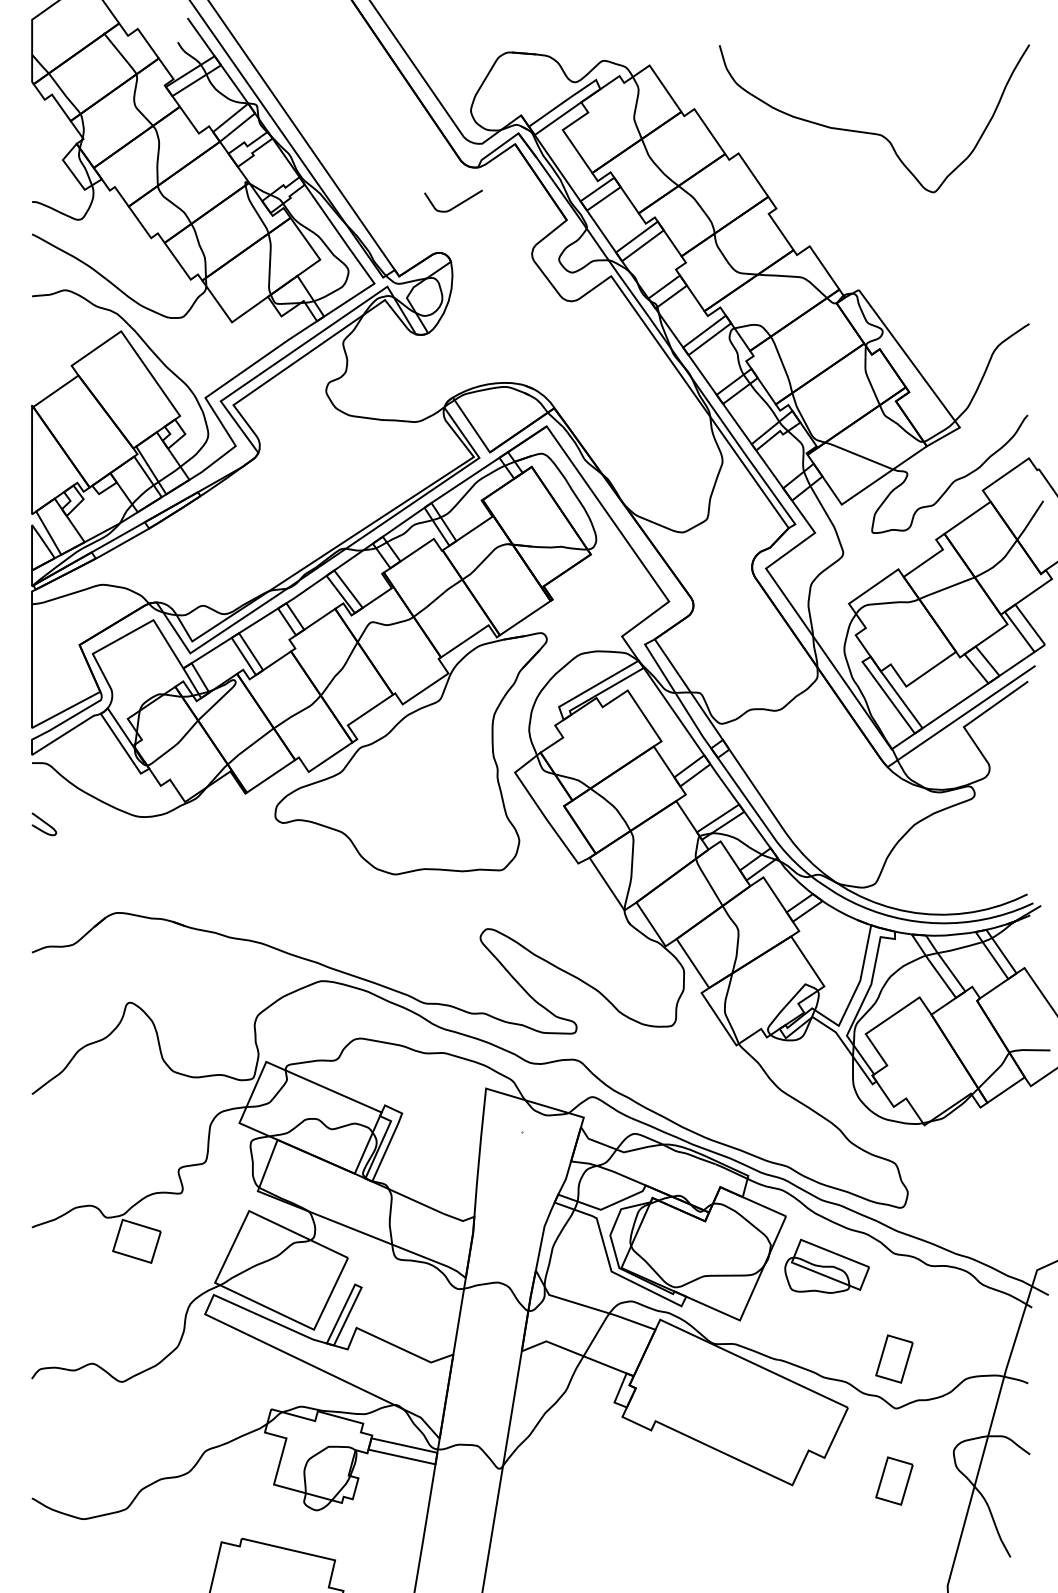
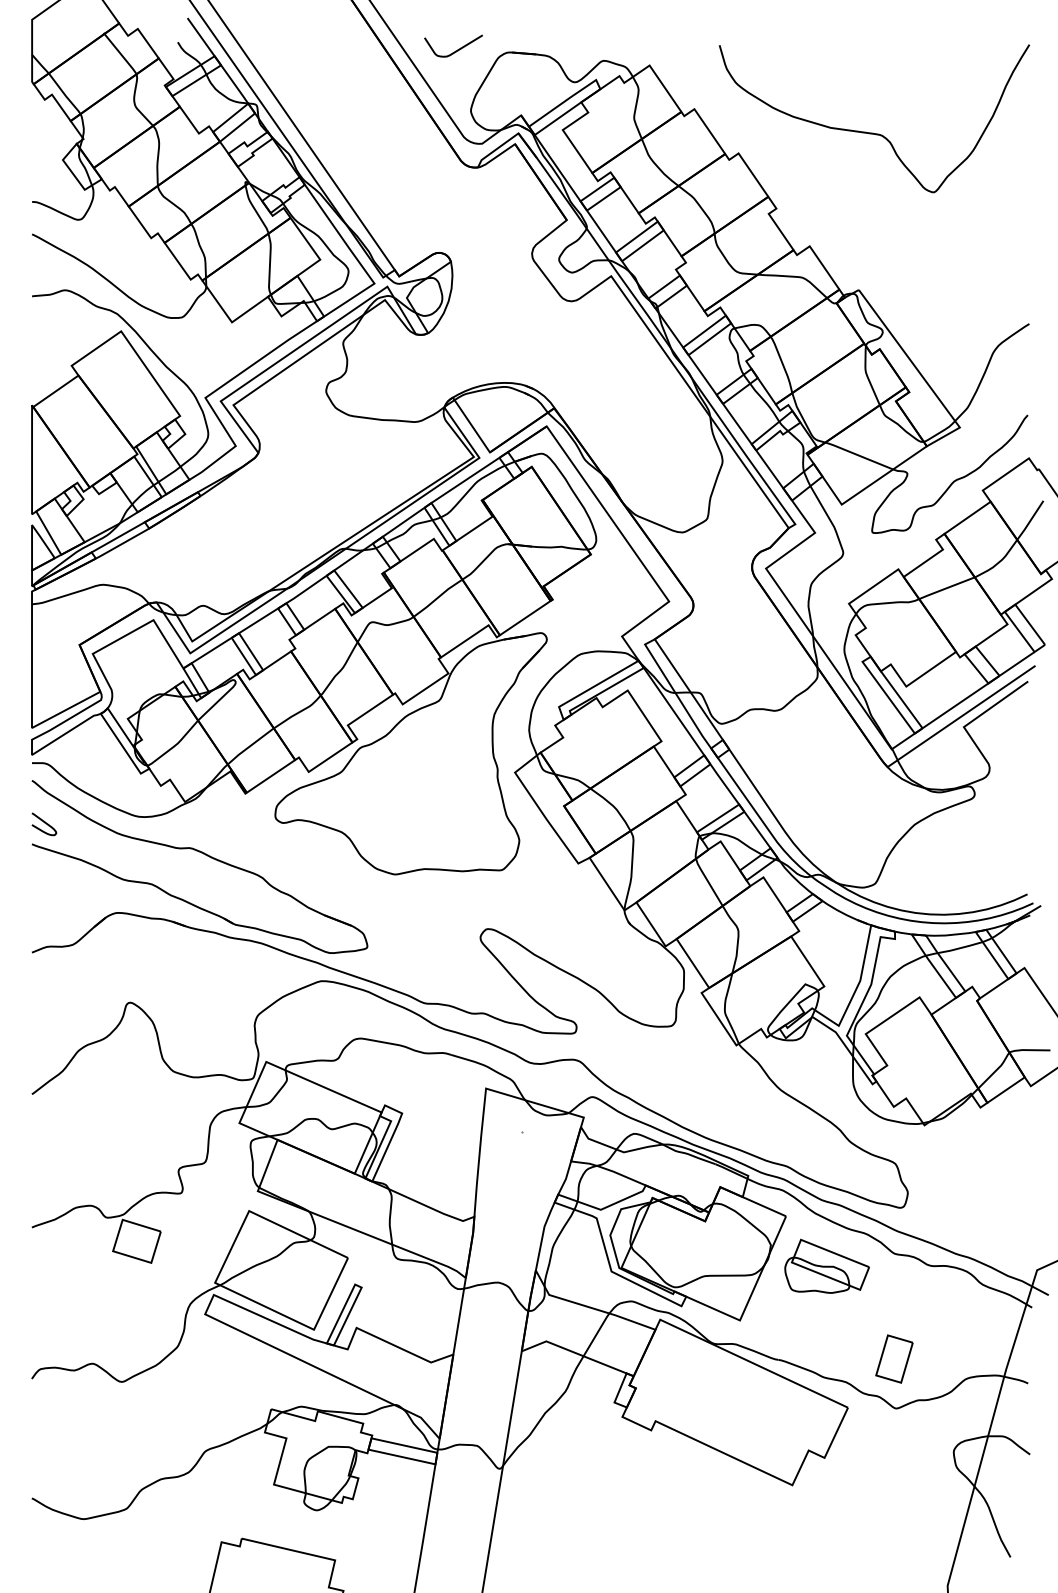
curve at (455, 205) position: (455, 205) -> (455, 50)
part at (205, 855): none -> present
part at (894, 1480): present -> none
